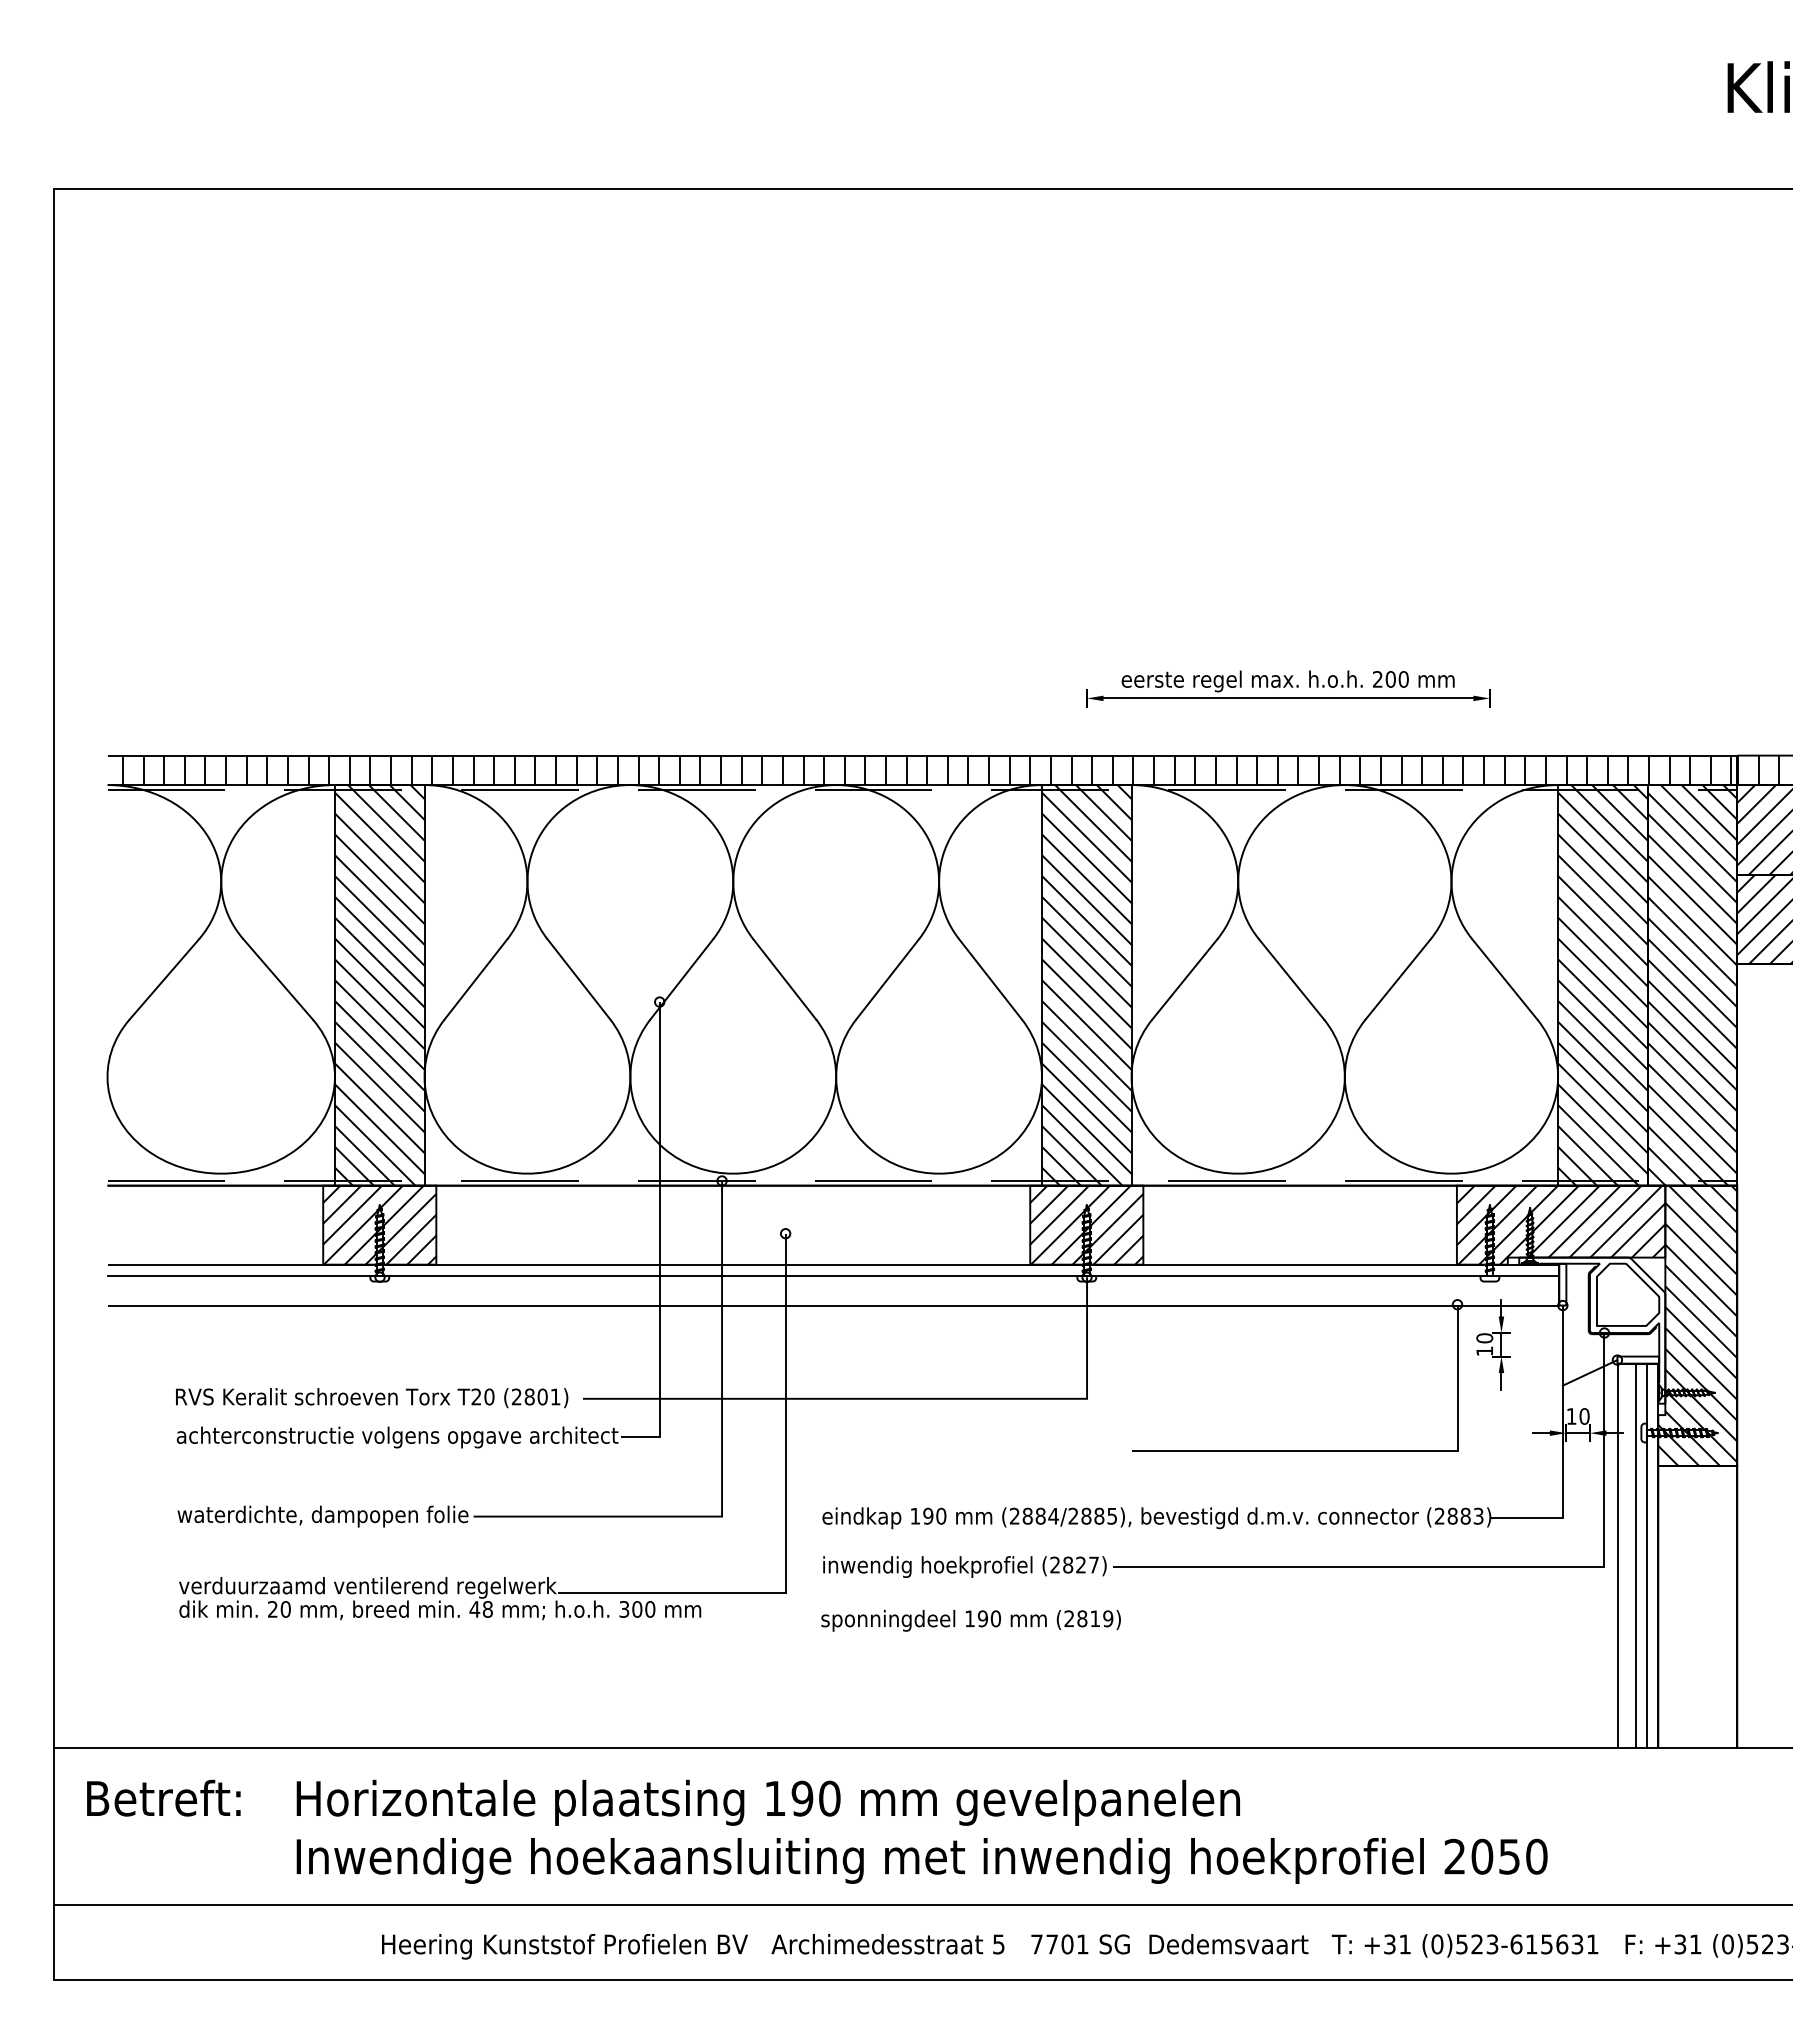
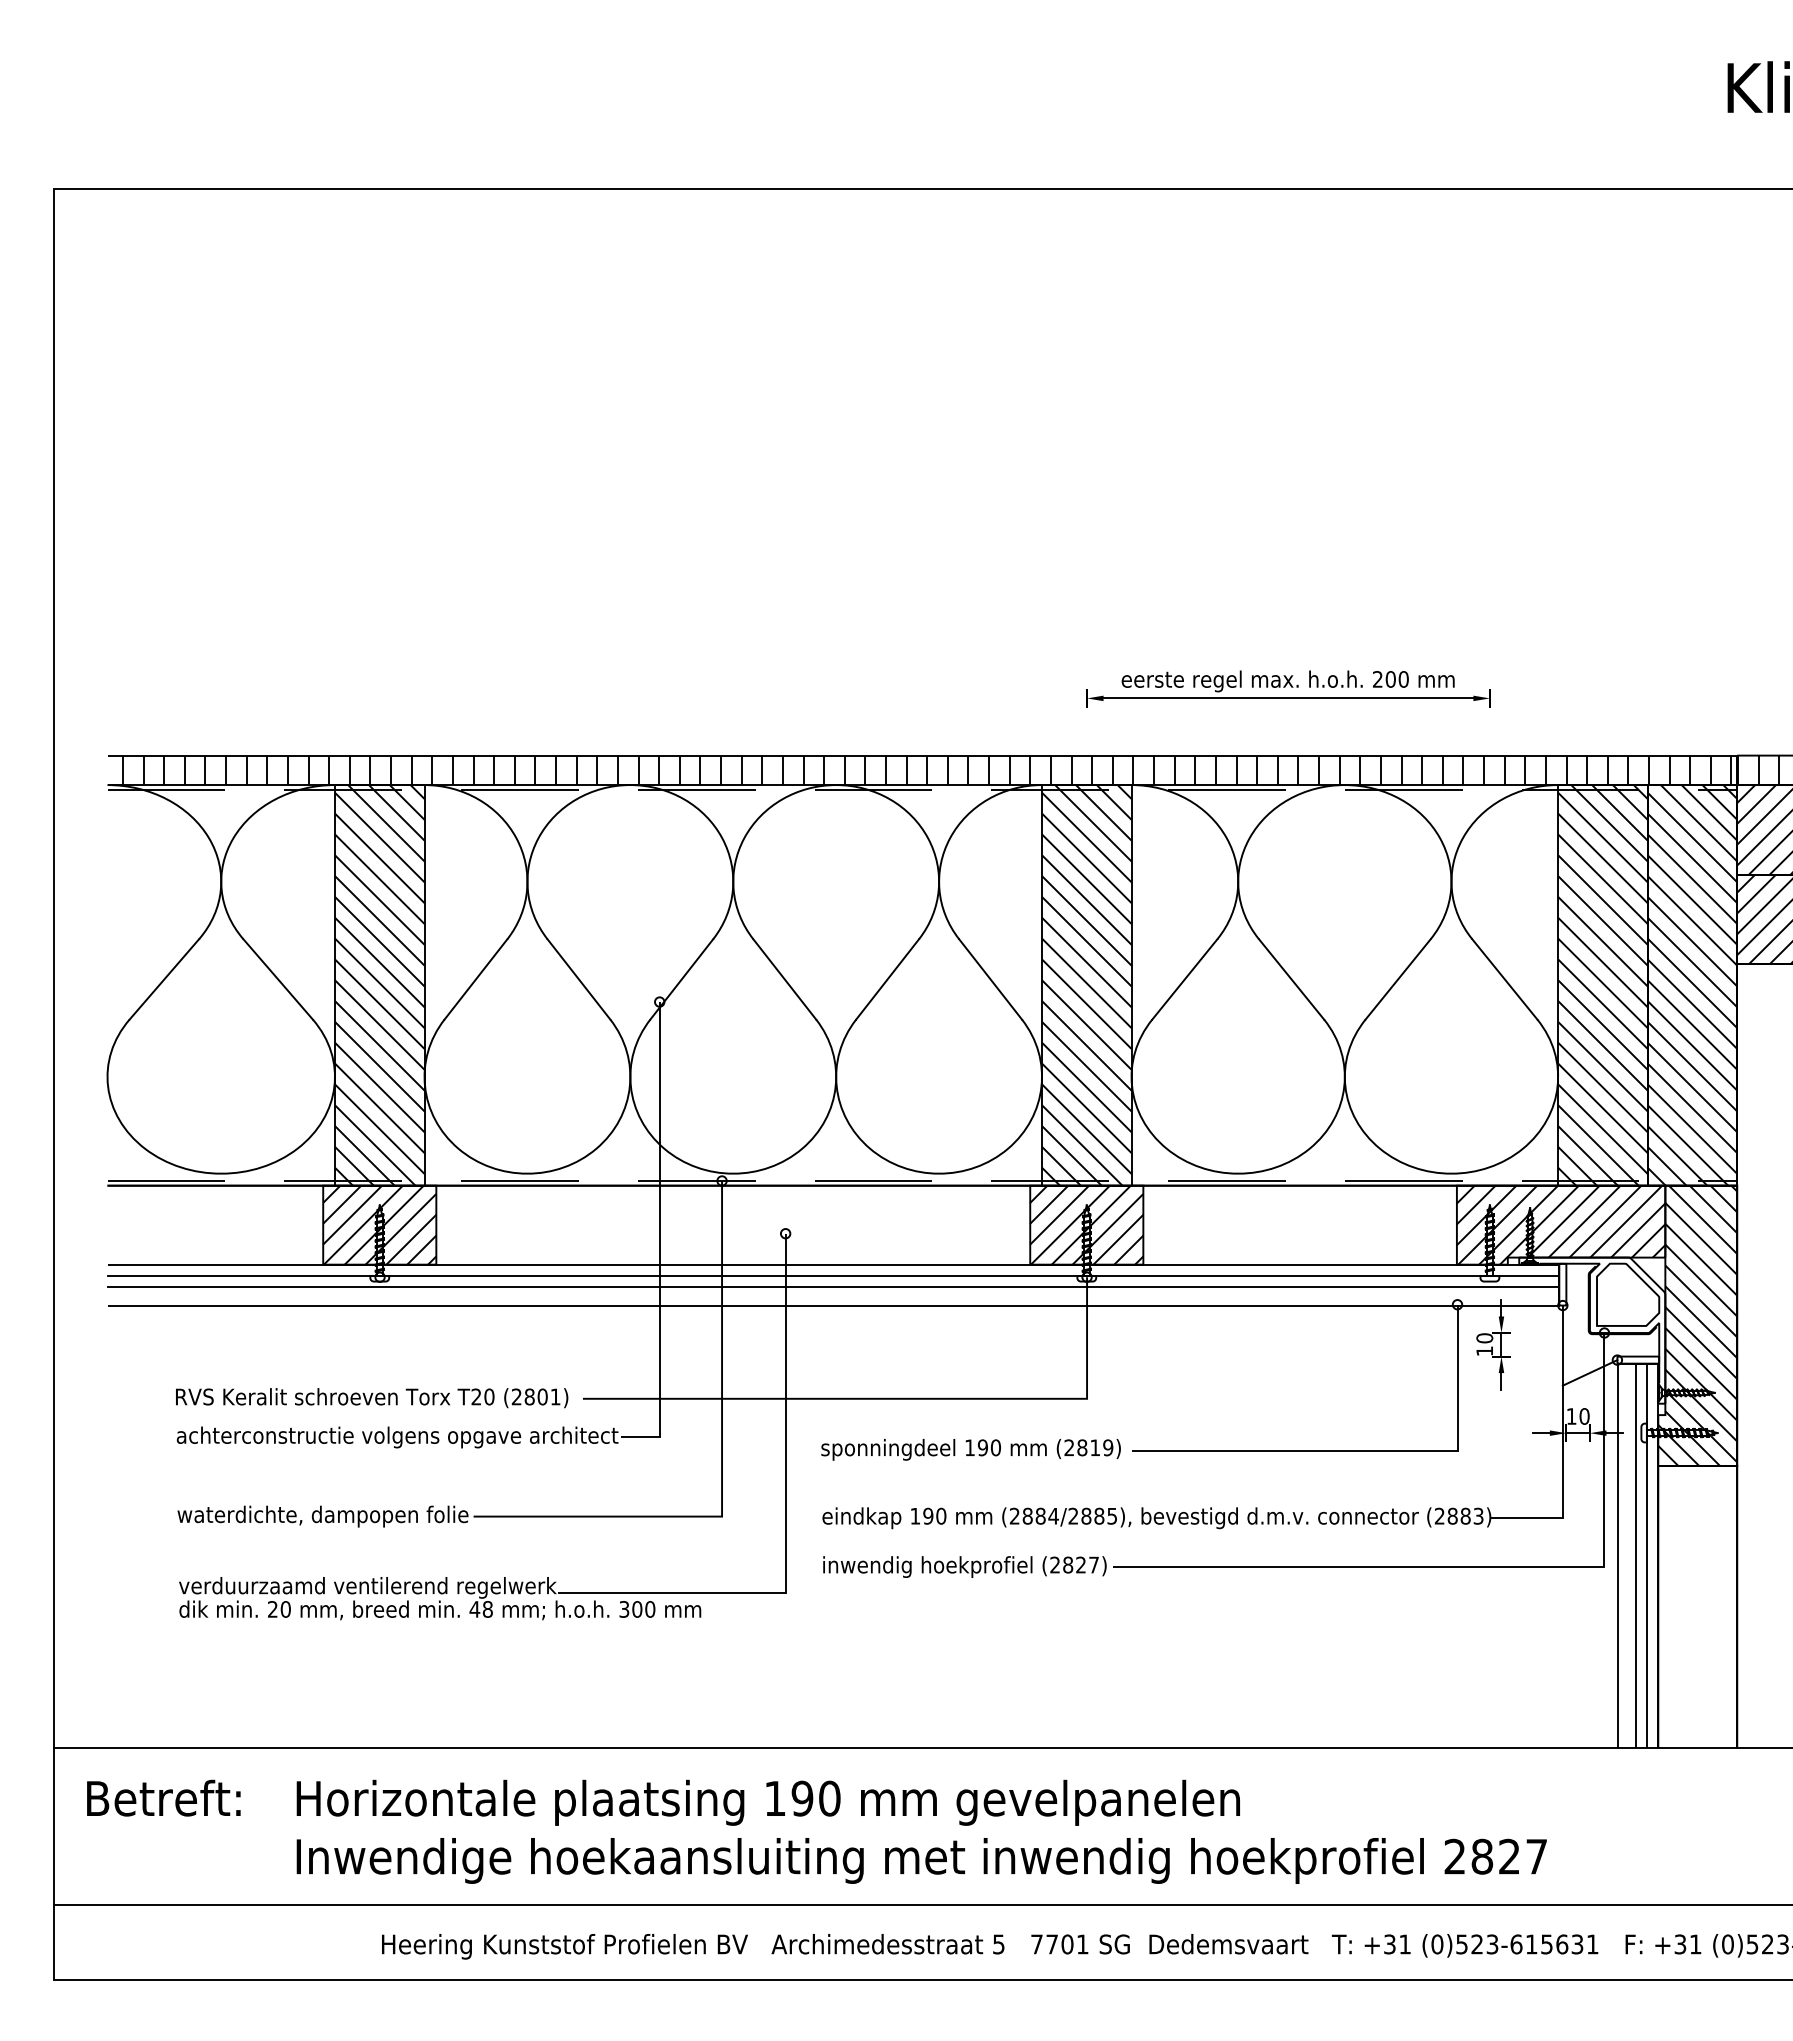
line at (833, 1286): none -> present
text at (970, 1620) position: (970, 1620) -> (970, 1449)
text at (1509, 1856): 2050 -> 2827
